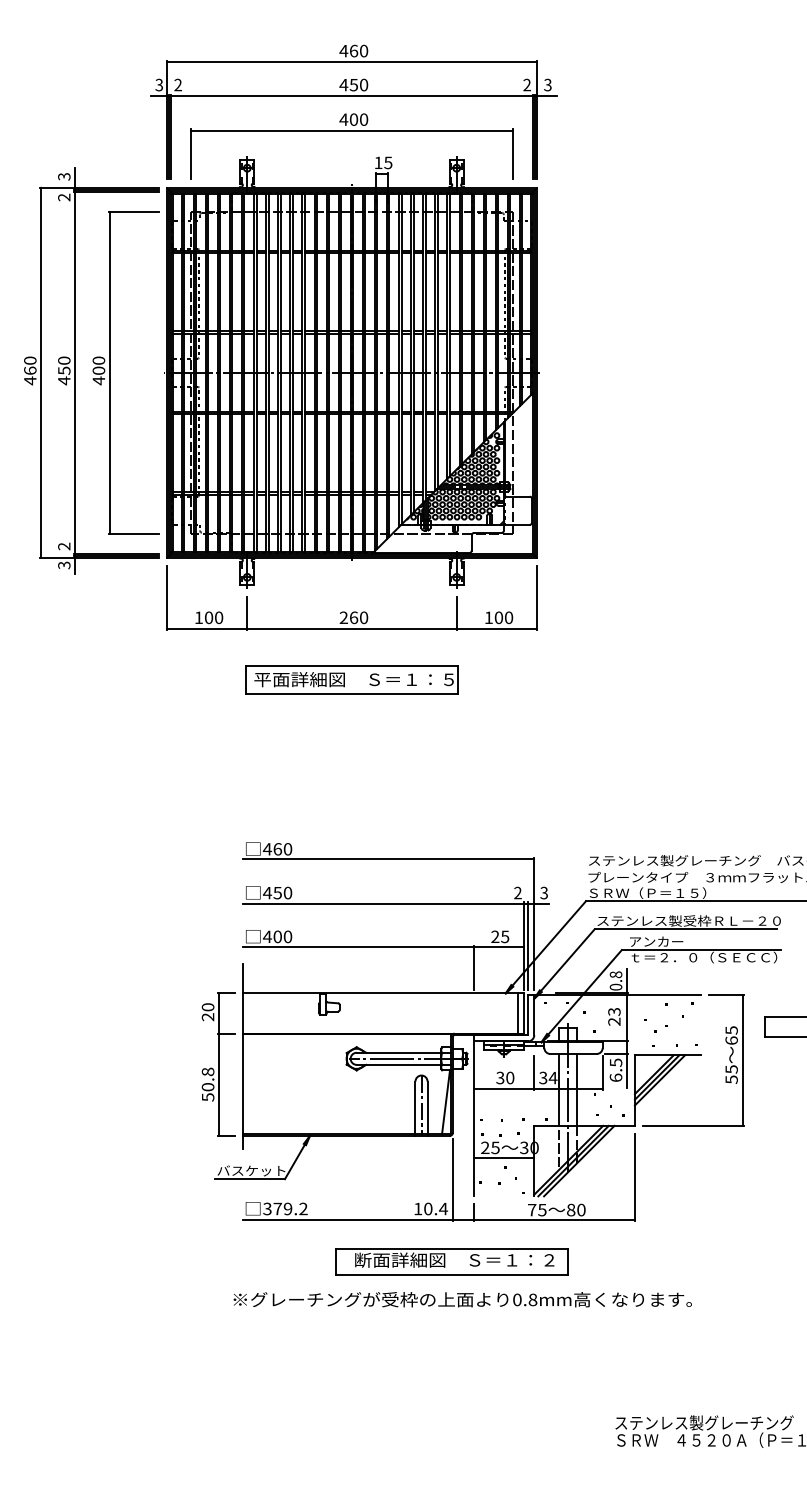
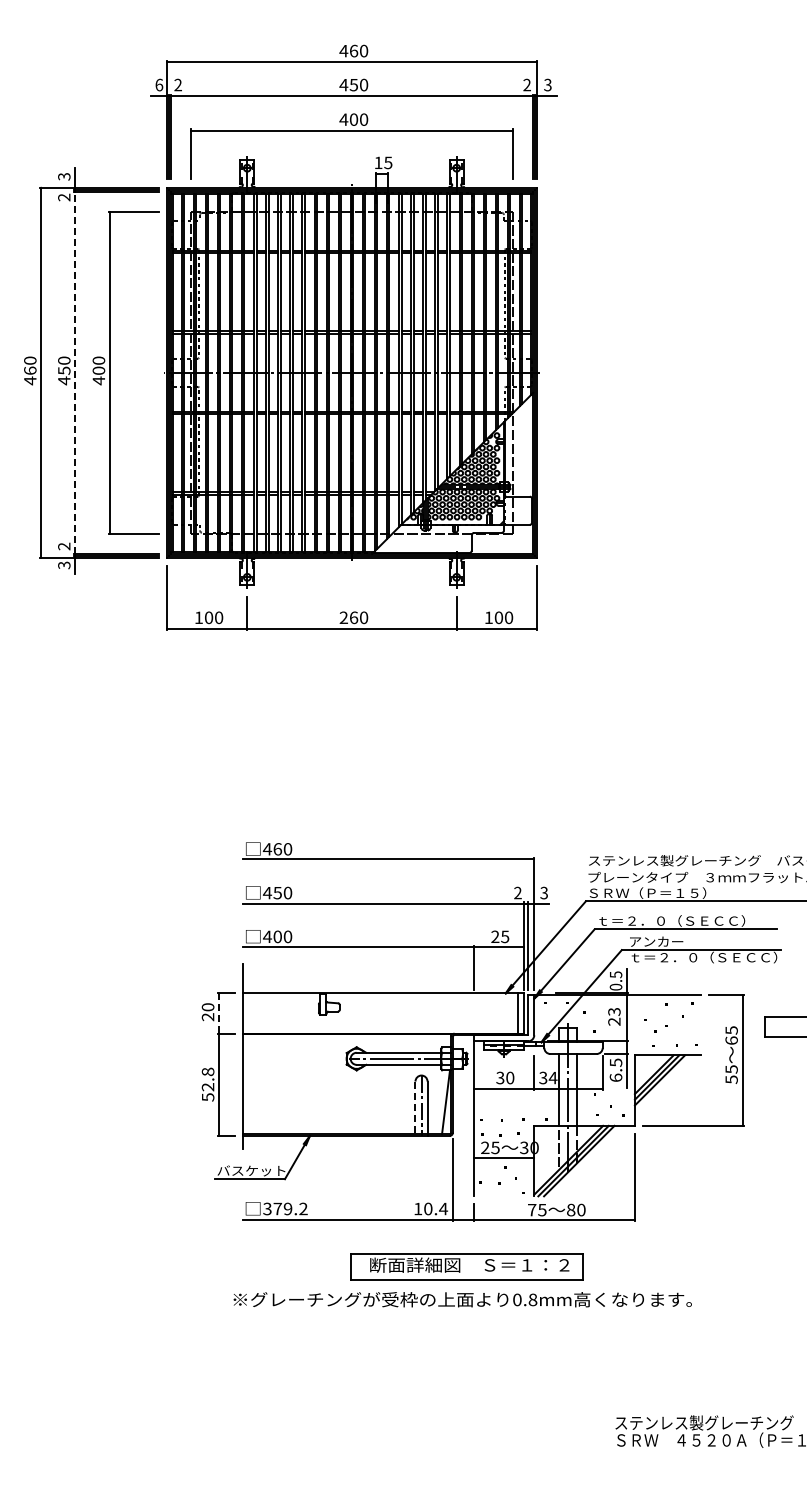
text at (159, 84): 3 -> 6
line at (75, 372): solid -> dashed
part at (351, 679): present -> none
text at (688, 920): ステンレス製受枠ＲＬ－２０ -> ｔ＝２．０（ＳＥＣＣ）
text at (615, 974): 0.8 -> 0.5
line at (218, 1014): solid -> dashed
text at (207, 1087): 50.8 -> 52.8
line at (415, 1109): solid -> dashed
part at (451, 1261) position: (451, 1261) -> (466, 1266)
